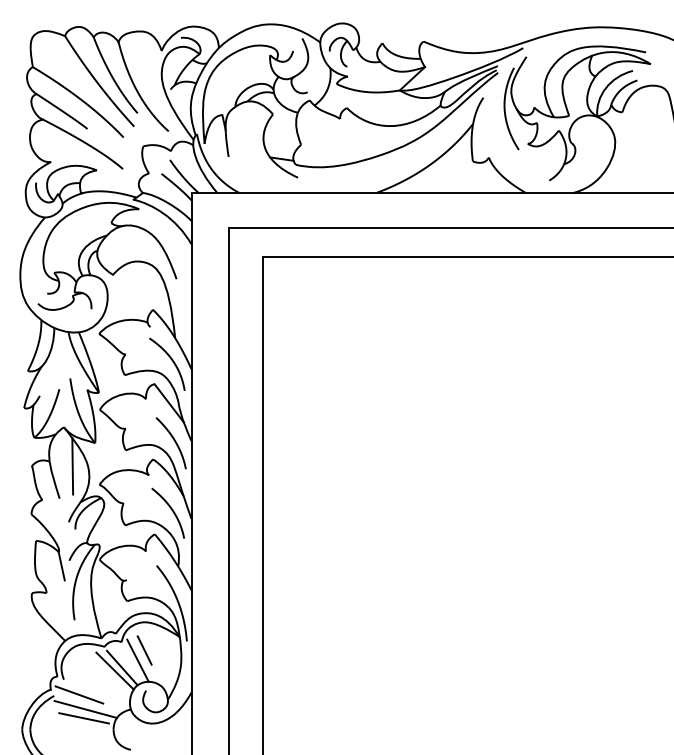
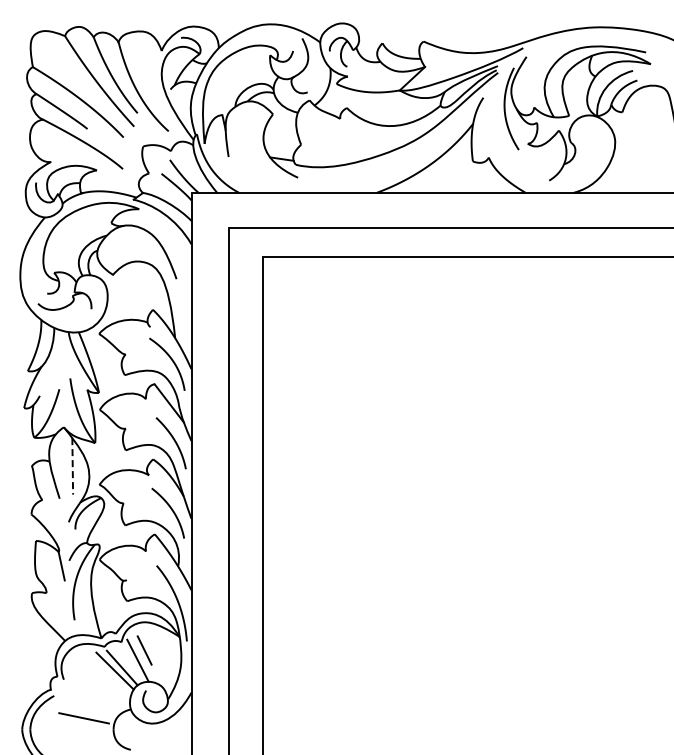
line at (72, 466): solid -> dashed
line at (79, 694): present -> none
line at (85, 709): present -> none
